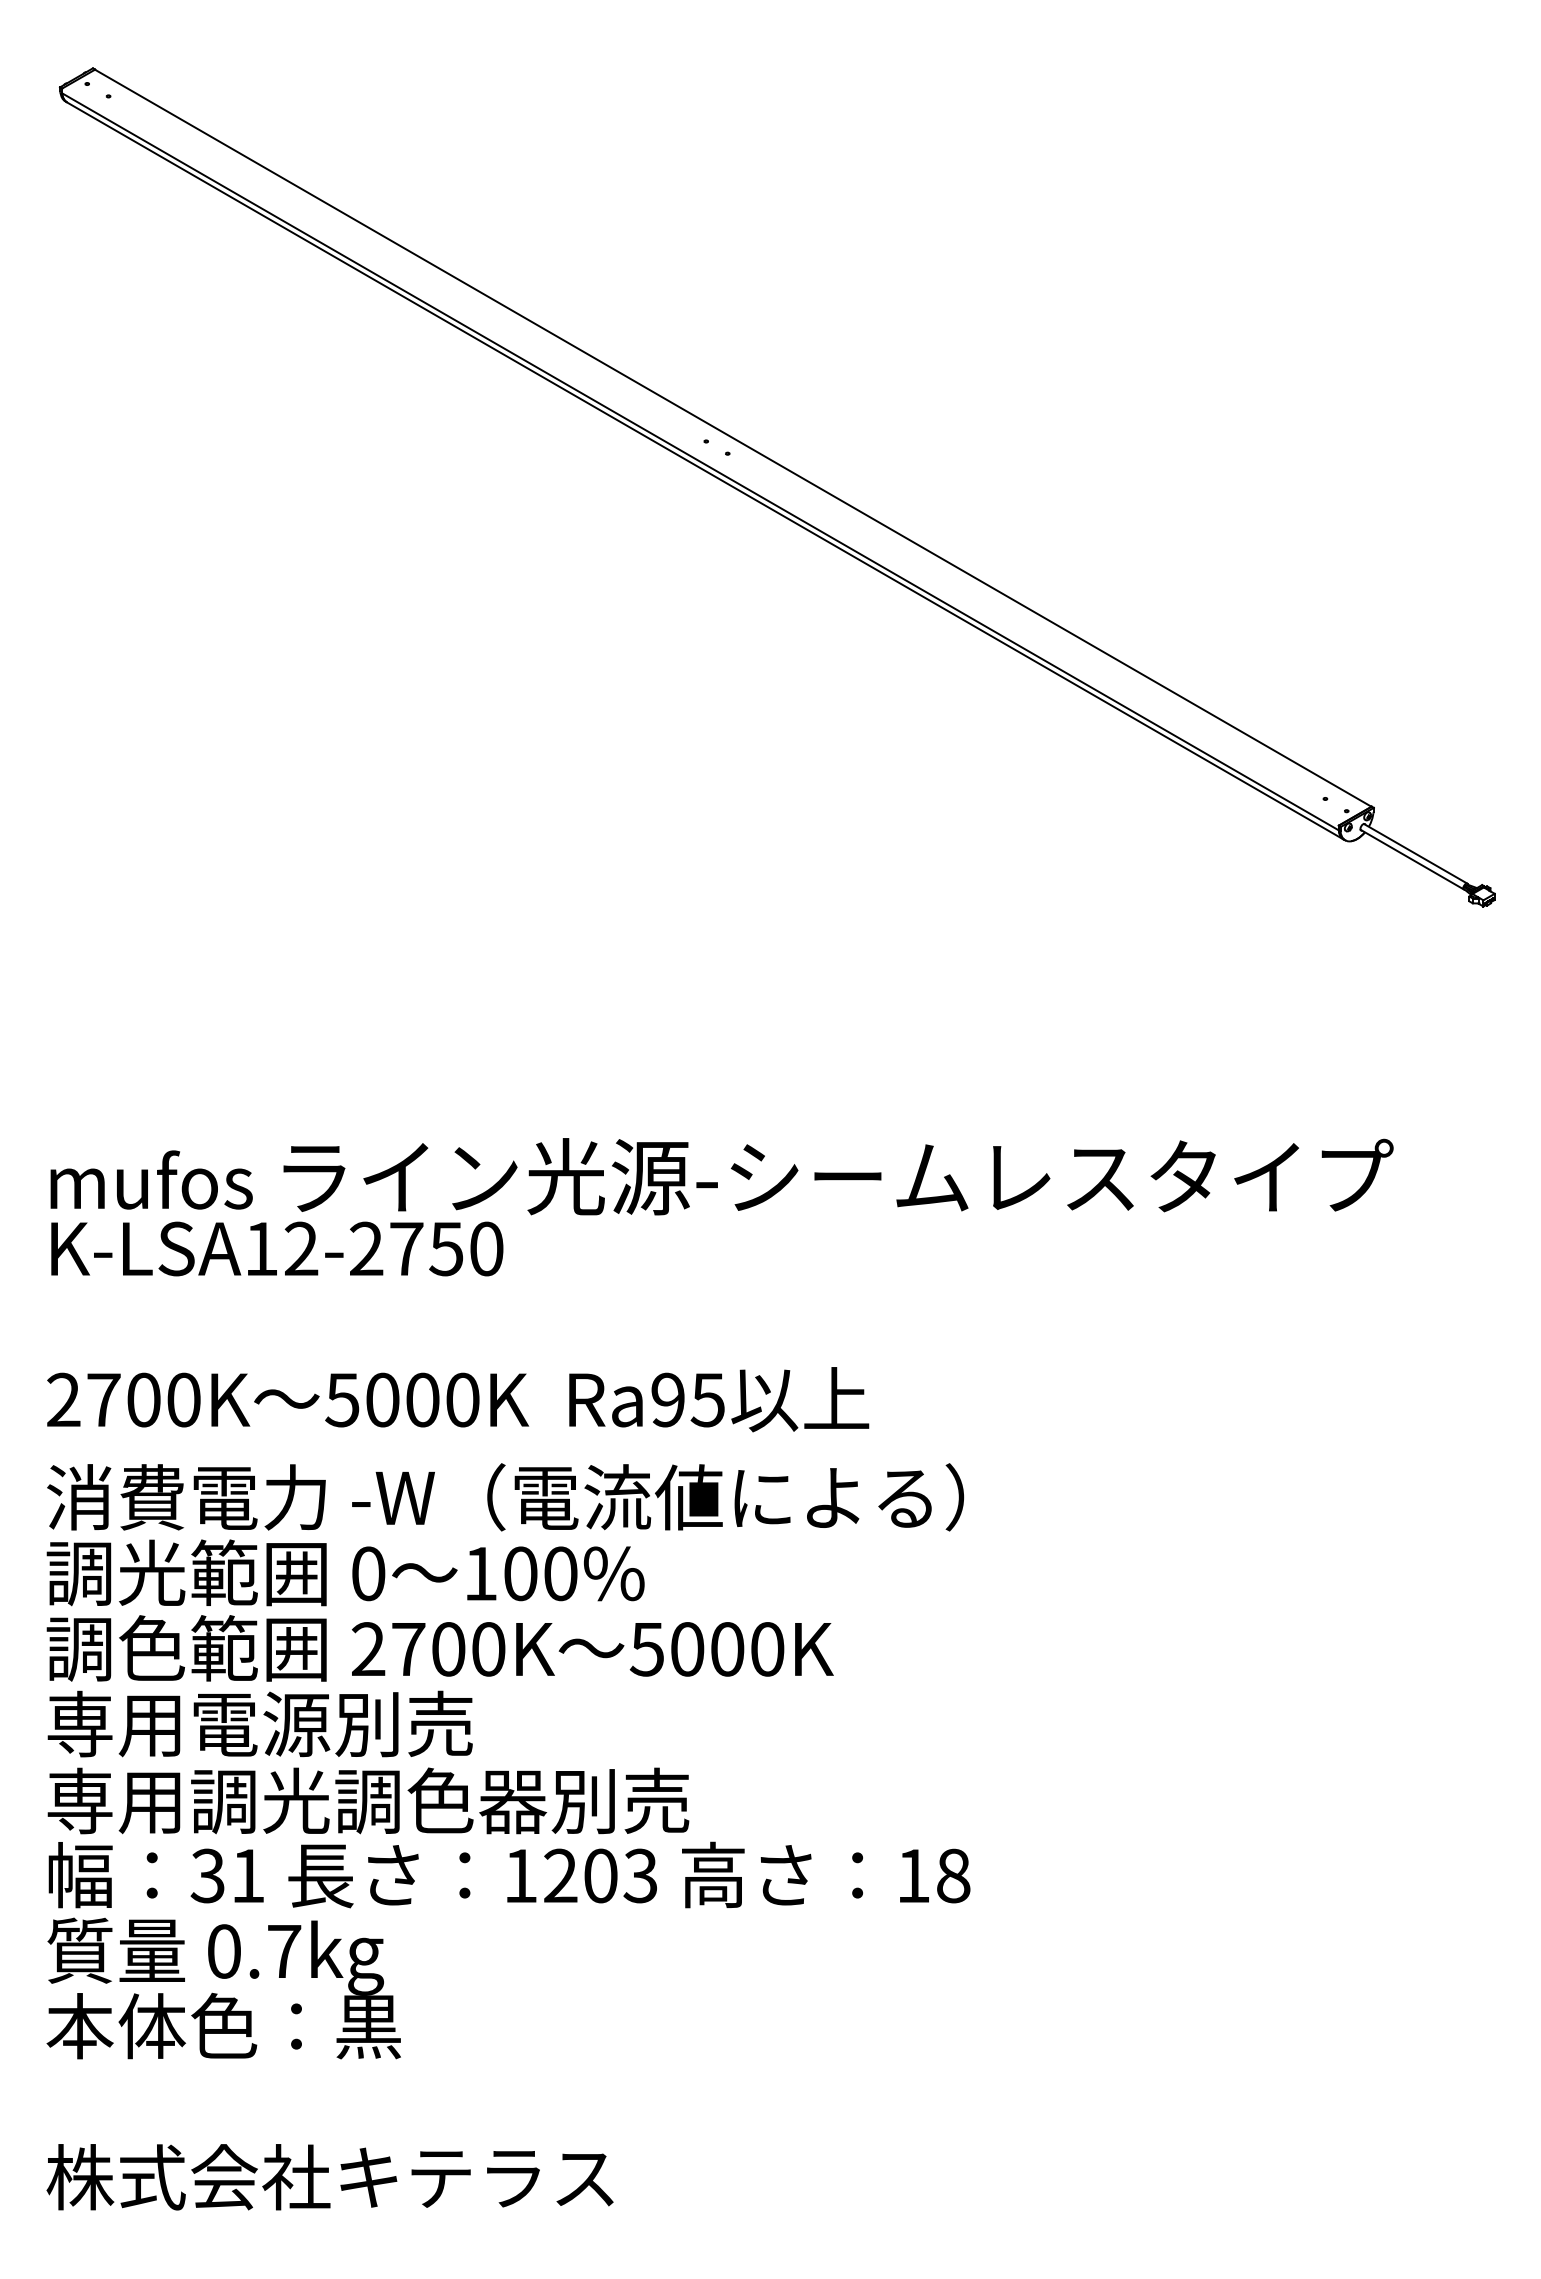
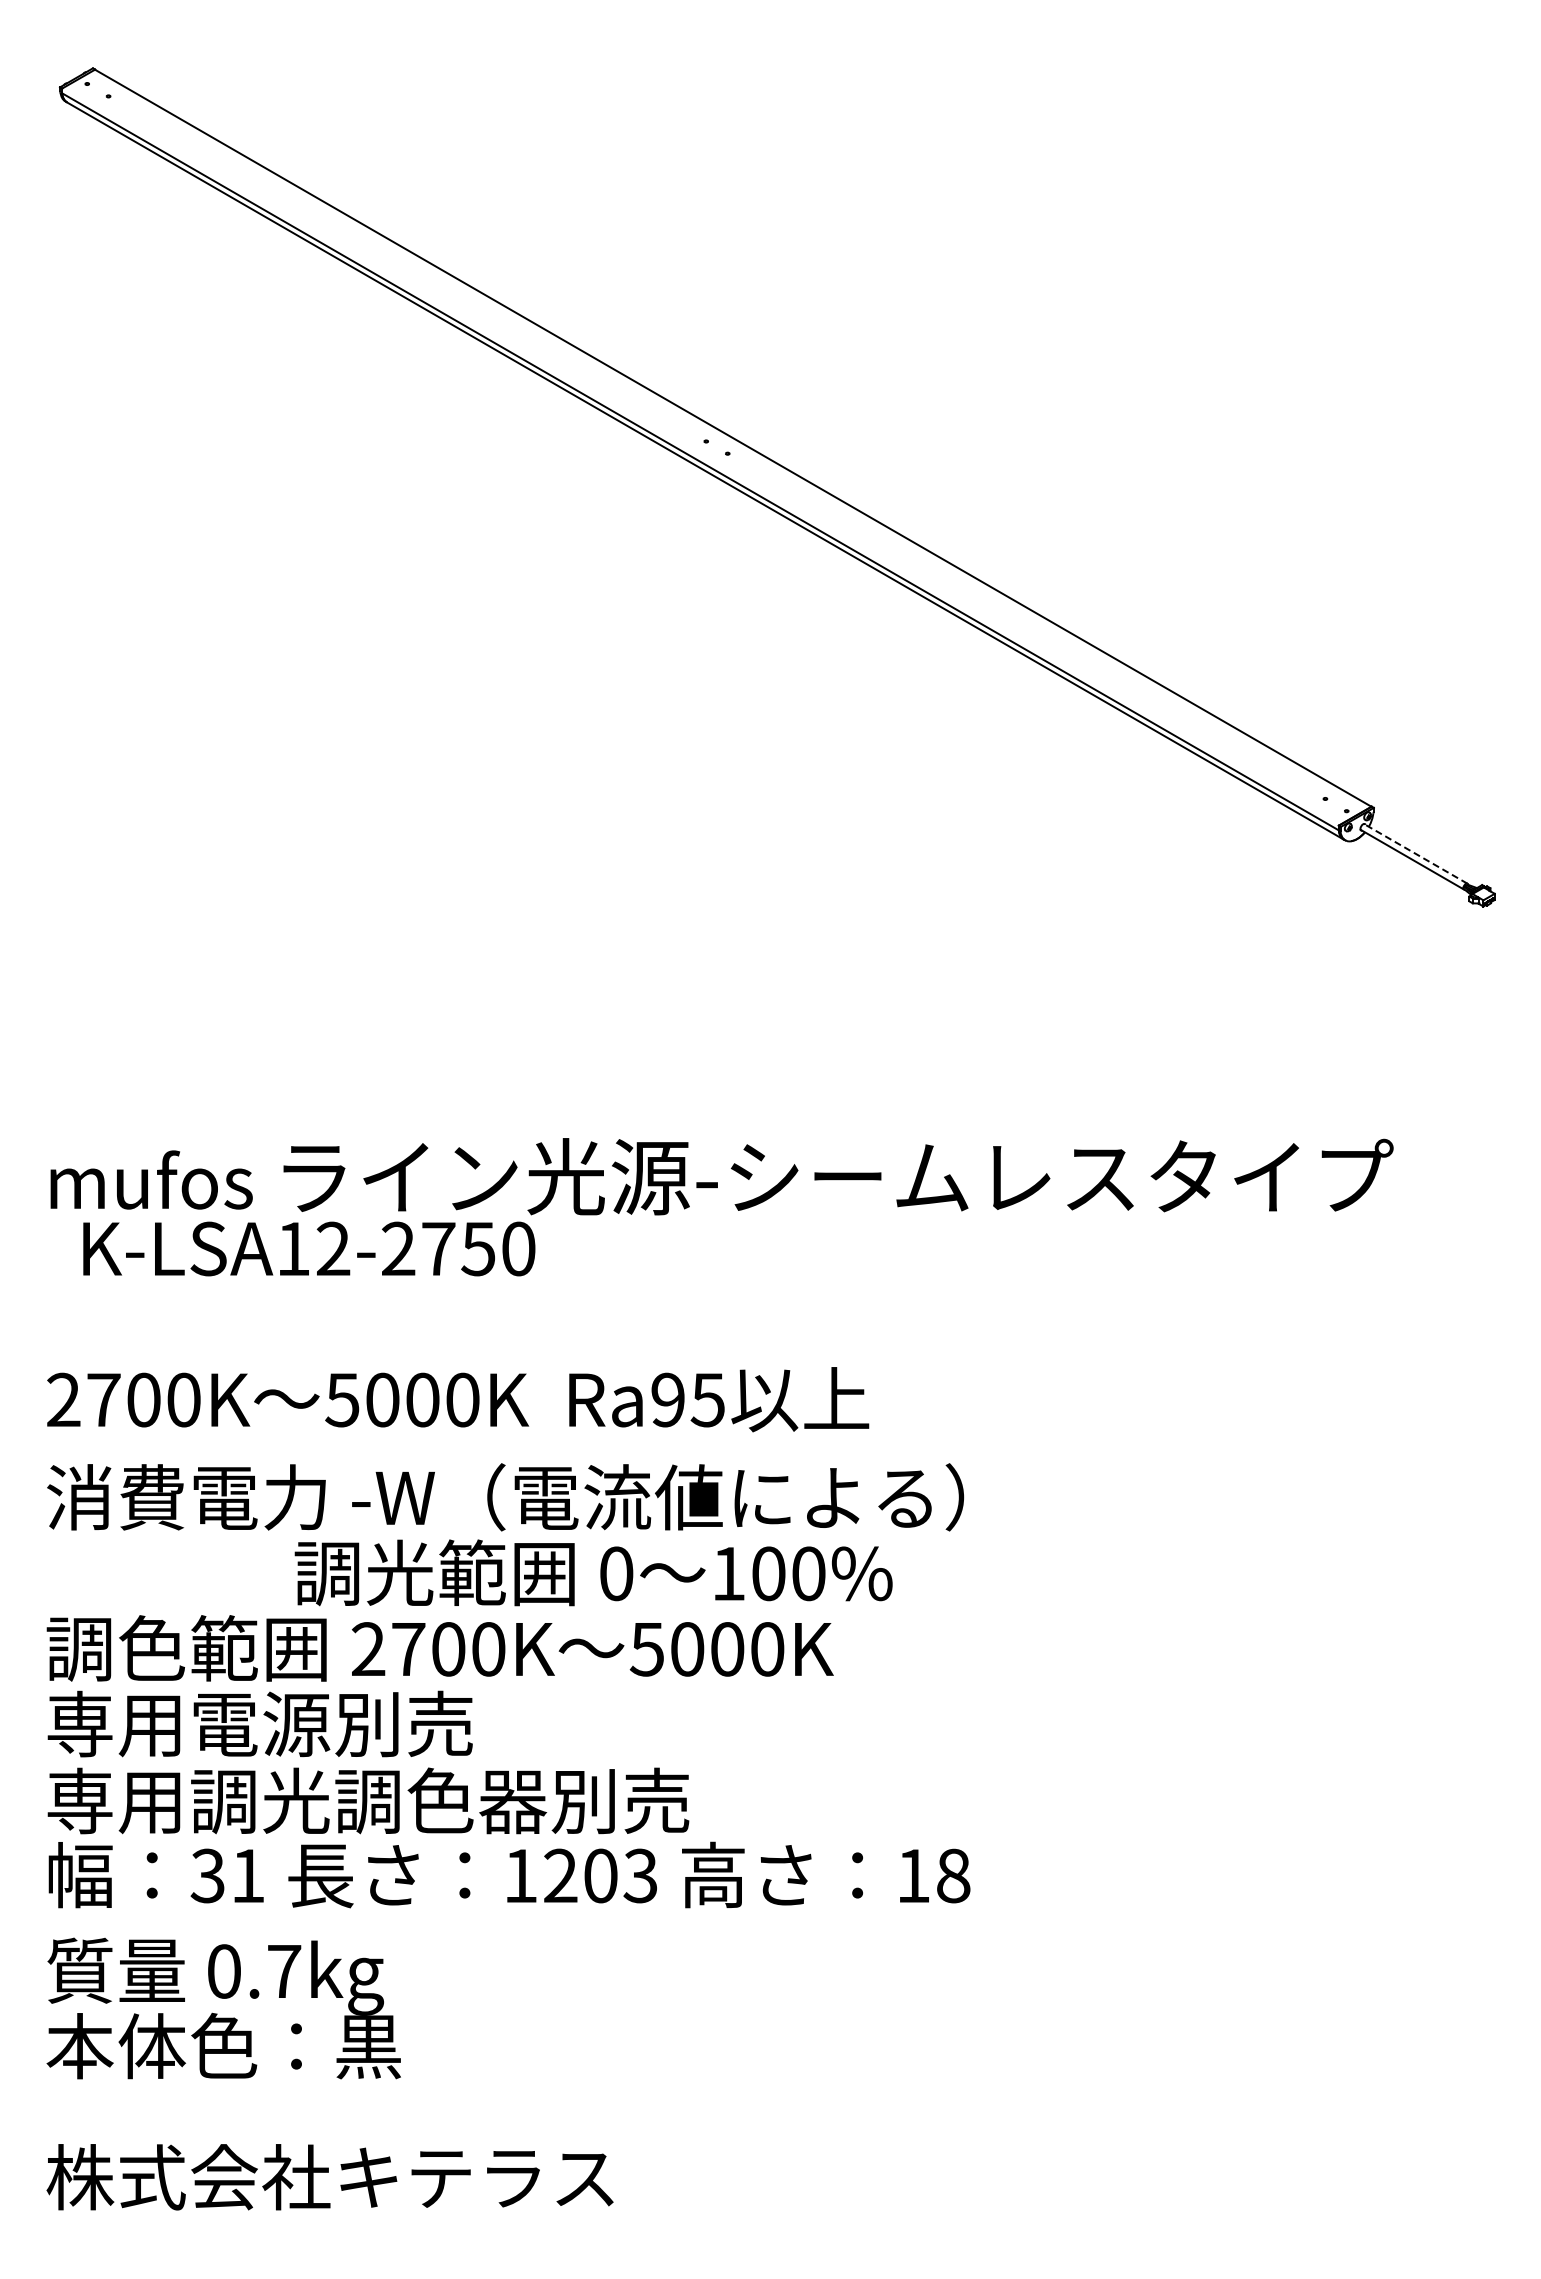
line at (1415, 853): solid -> dashed
text at (277, 1248) position: (277, 1248) -> (309, 1248)
text at (345, 1572) position: (345, 1572) -> (593, 1572)
text at (223, 1988) position: (223, 1988) -> (223, 2008)
